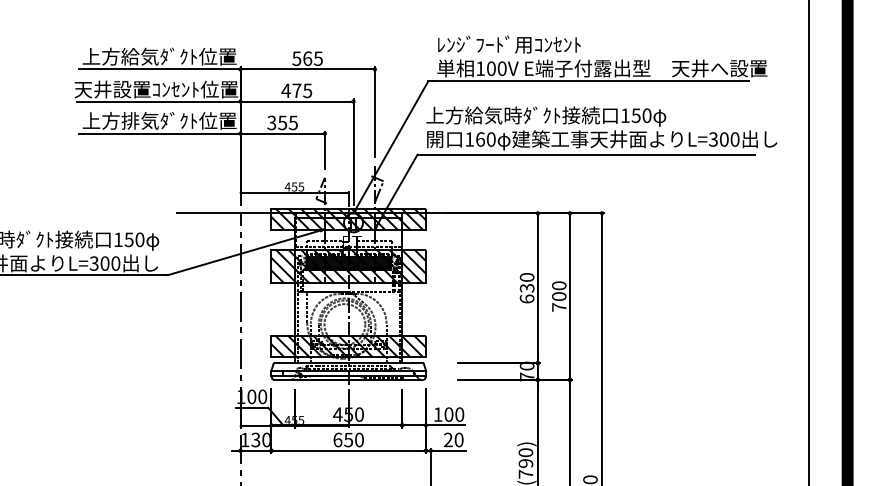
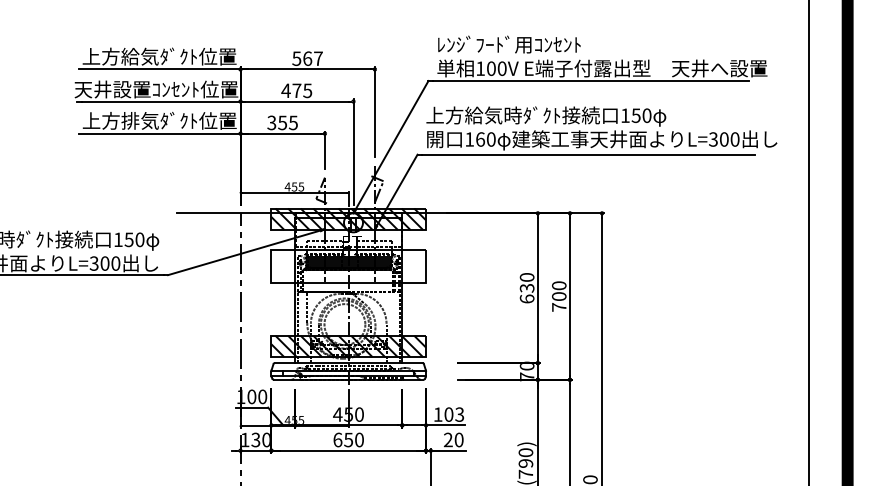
text at (317, 58): 565 -> 567
hatch at (348, 266): present -> none
text at (459, 414): 100 -> 103
